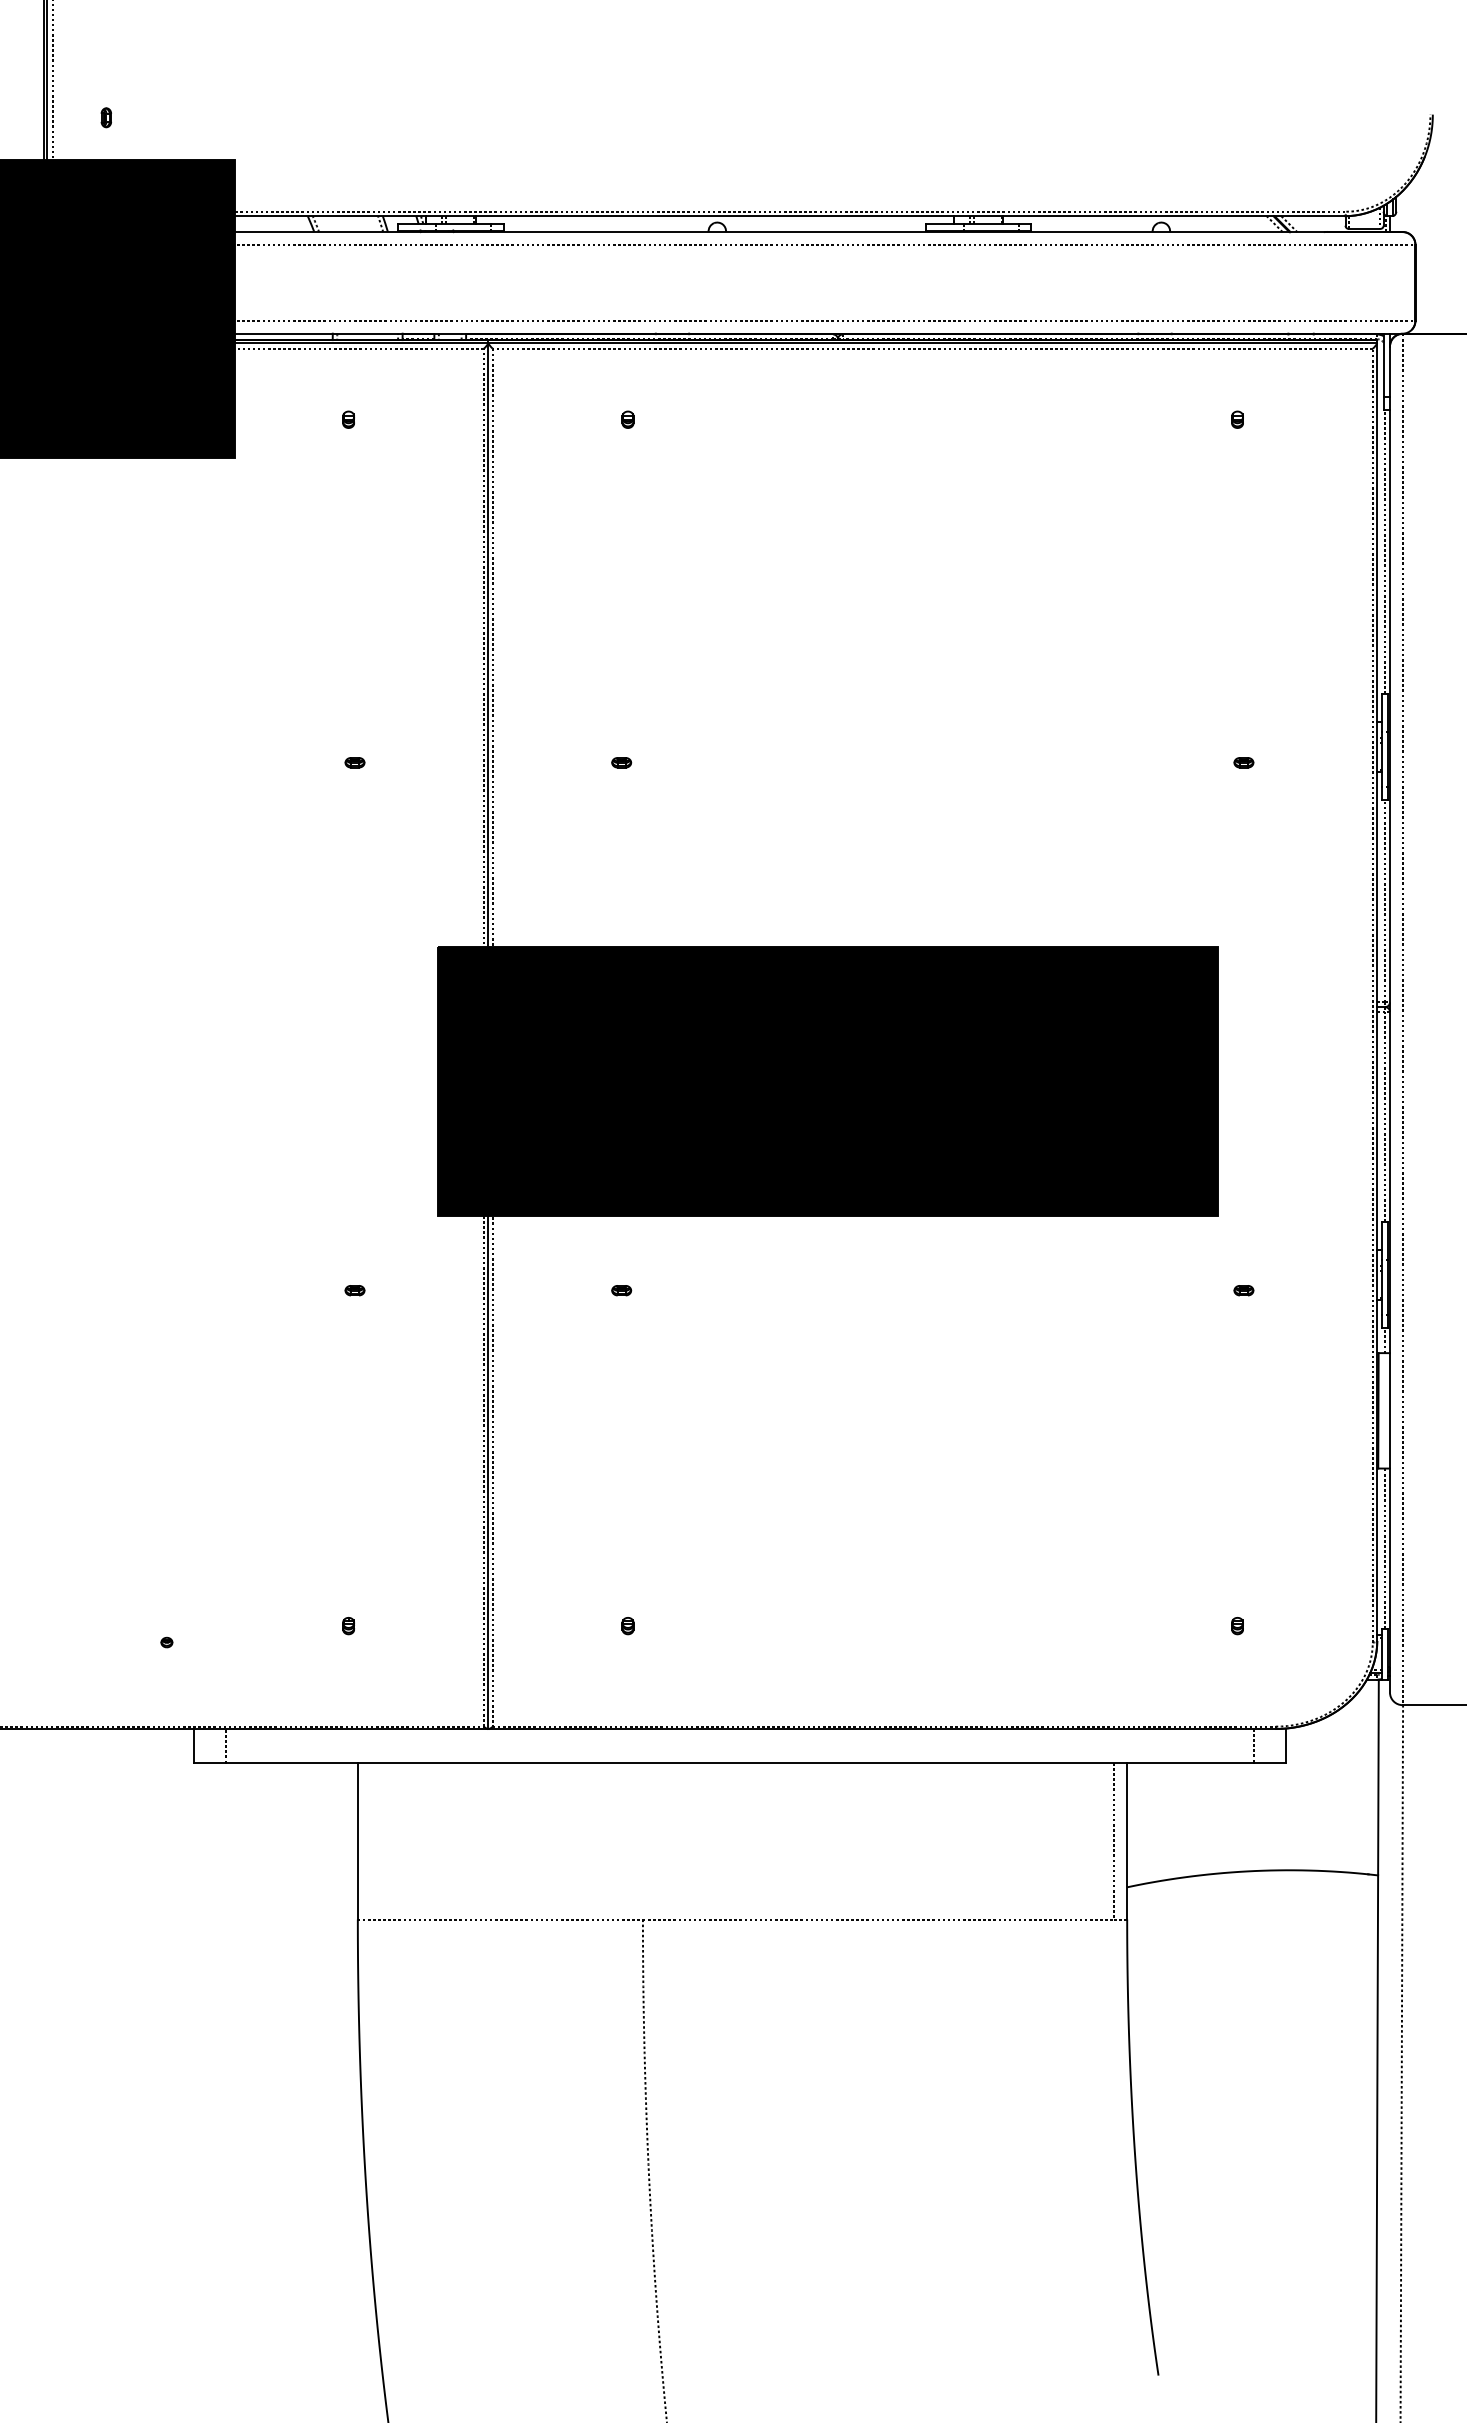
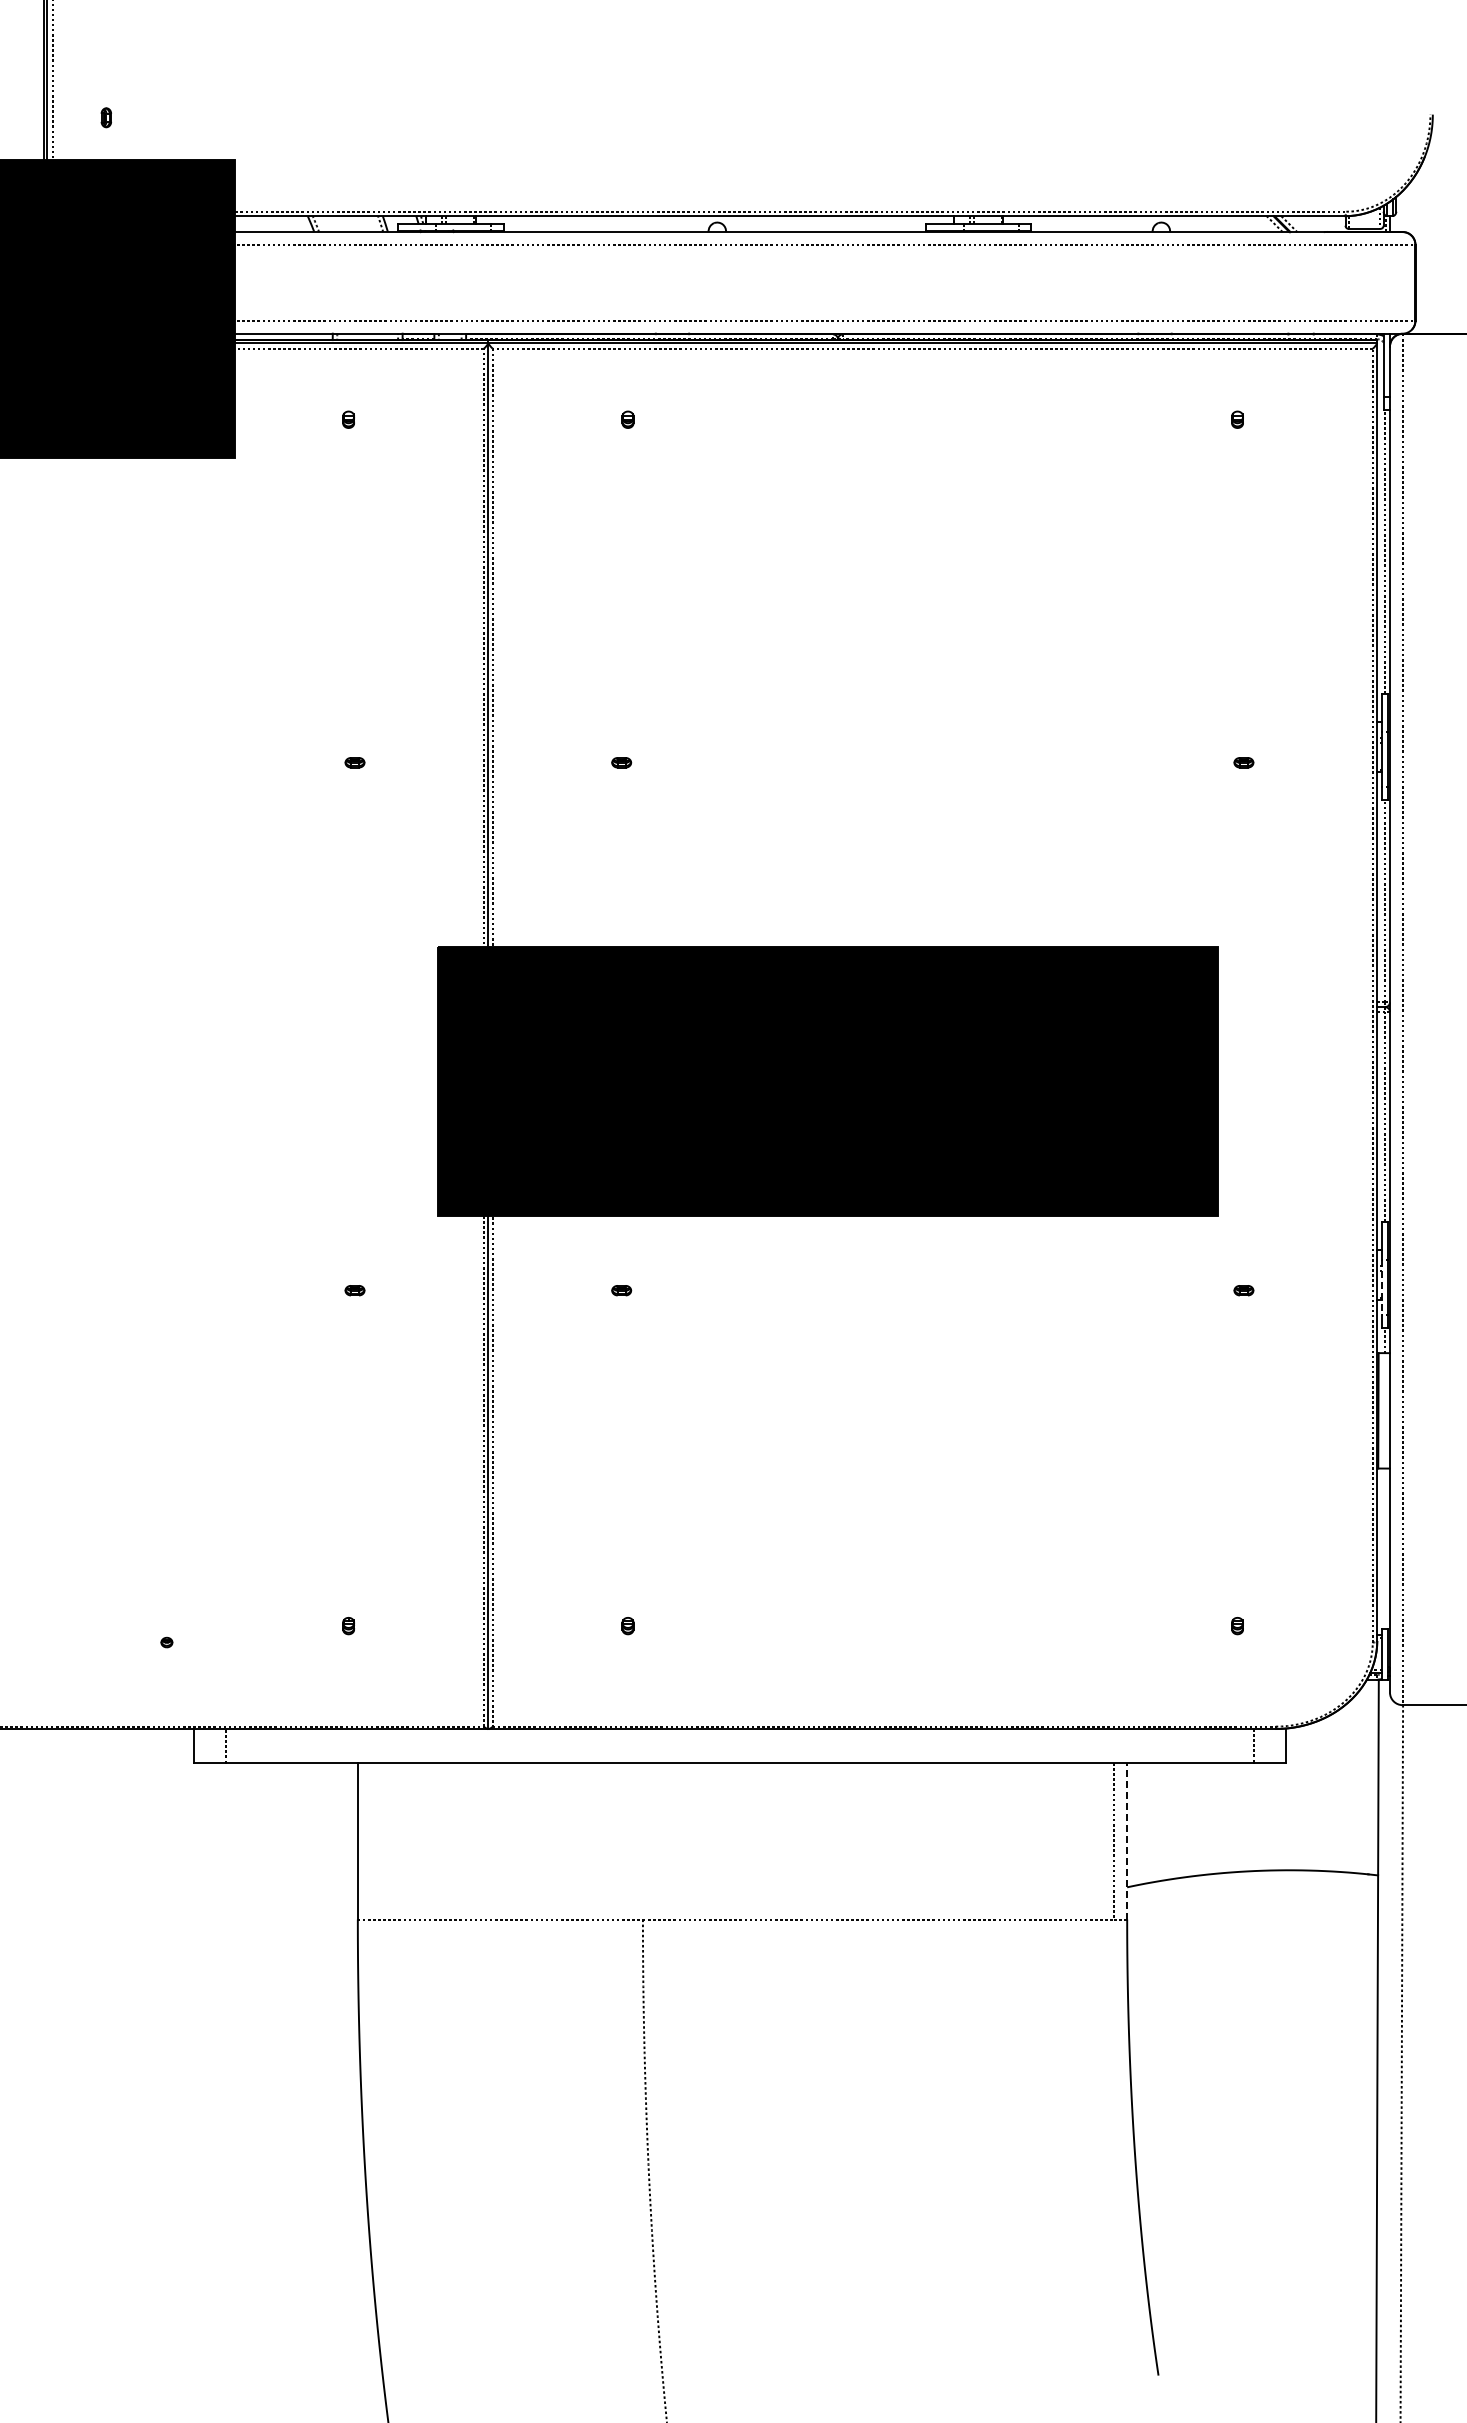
line at (1382, 1287): solid -> dashed
line at (1385, 1548): present -> none
line at (1127, 1840): solid -> dashed
